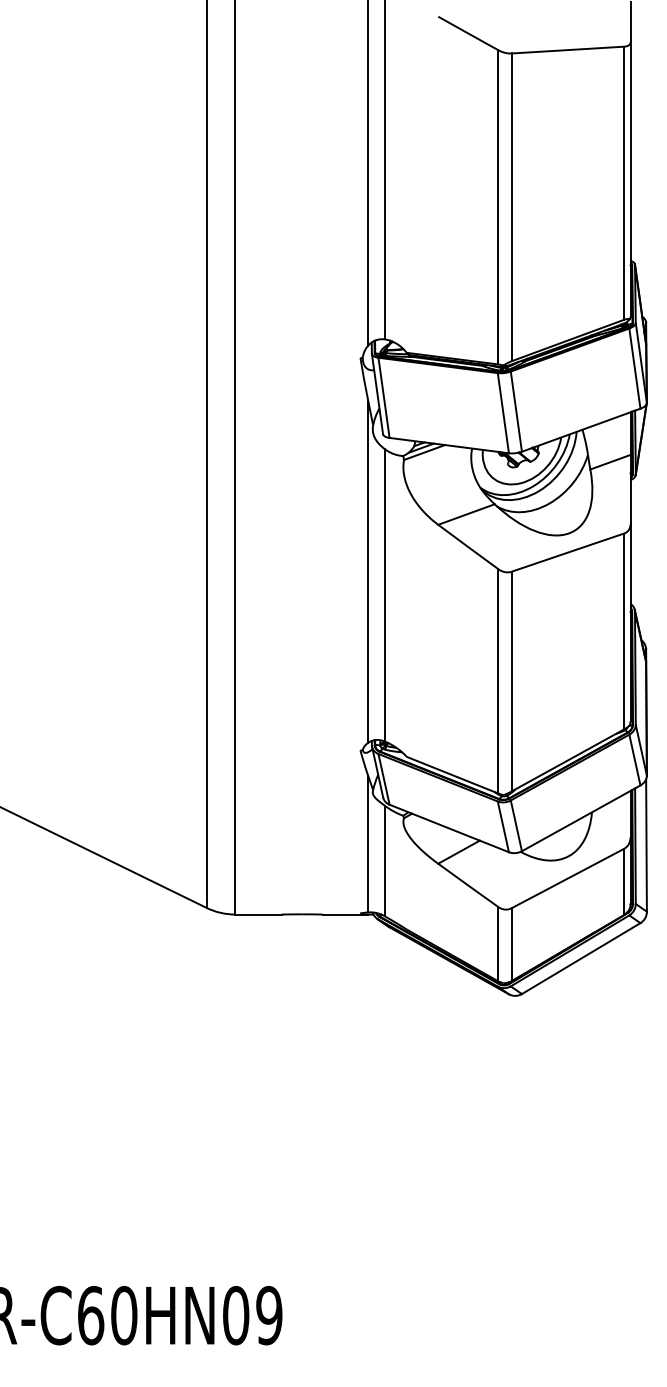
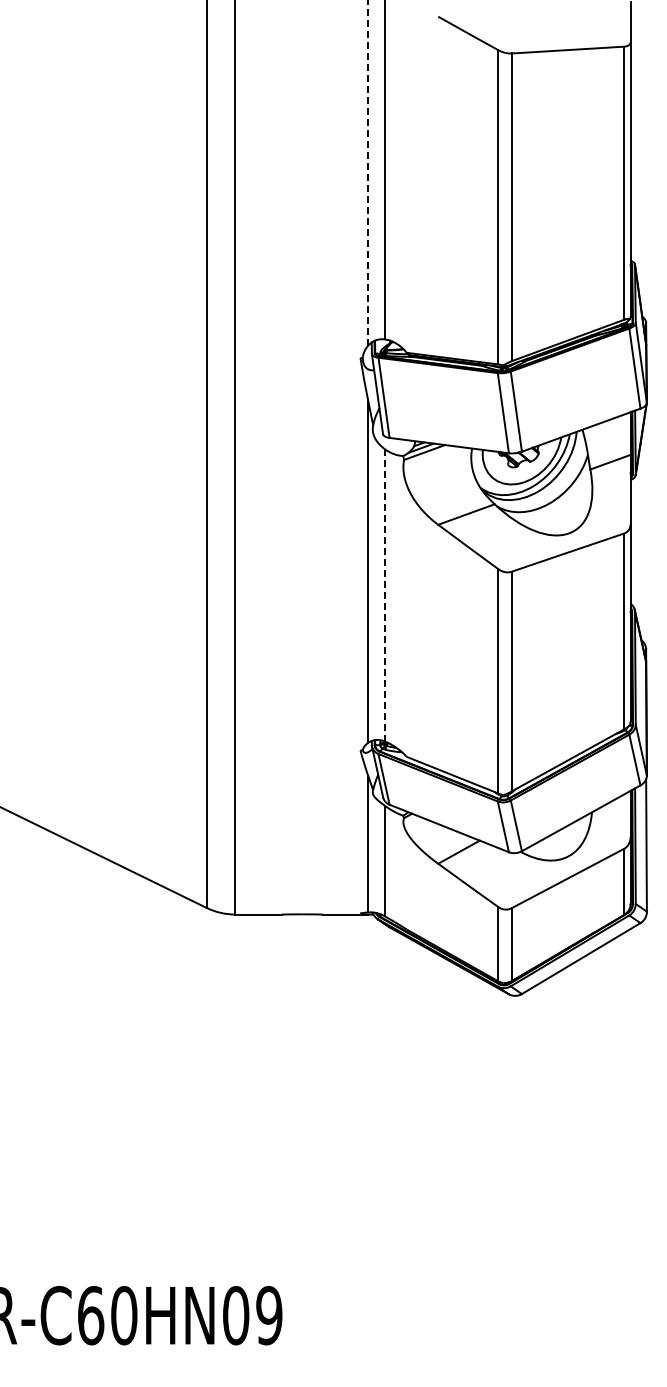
line at (368, 172): solid -> dashed
line at (384, 595): solid -> dashed
